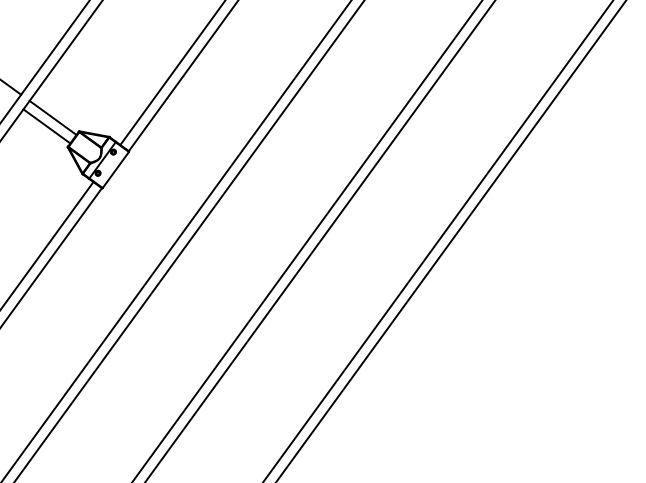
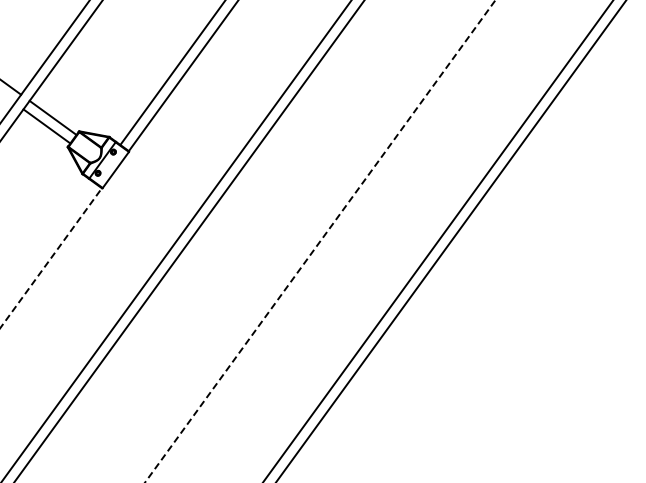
line at (307, 240): present -> none
line at (320, 241): solid -> dashed
line at (47, 244): present -> none
line at (51, 257): solid -> dashed
